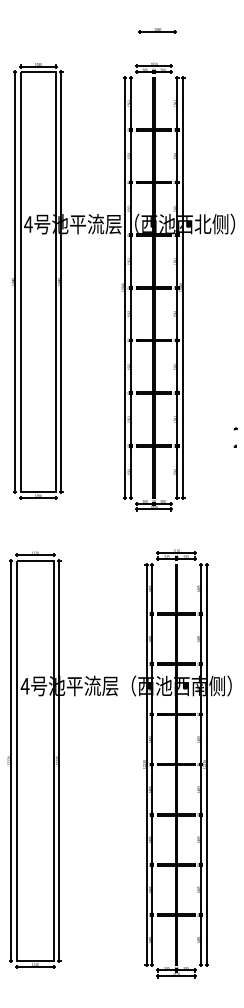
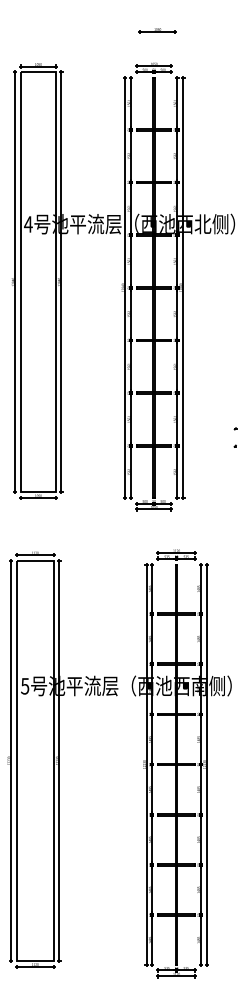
text at (24, 686): 4 -> 5
